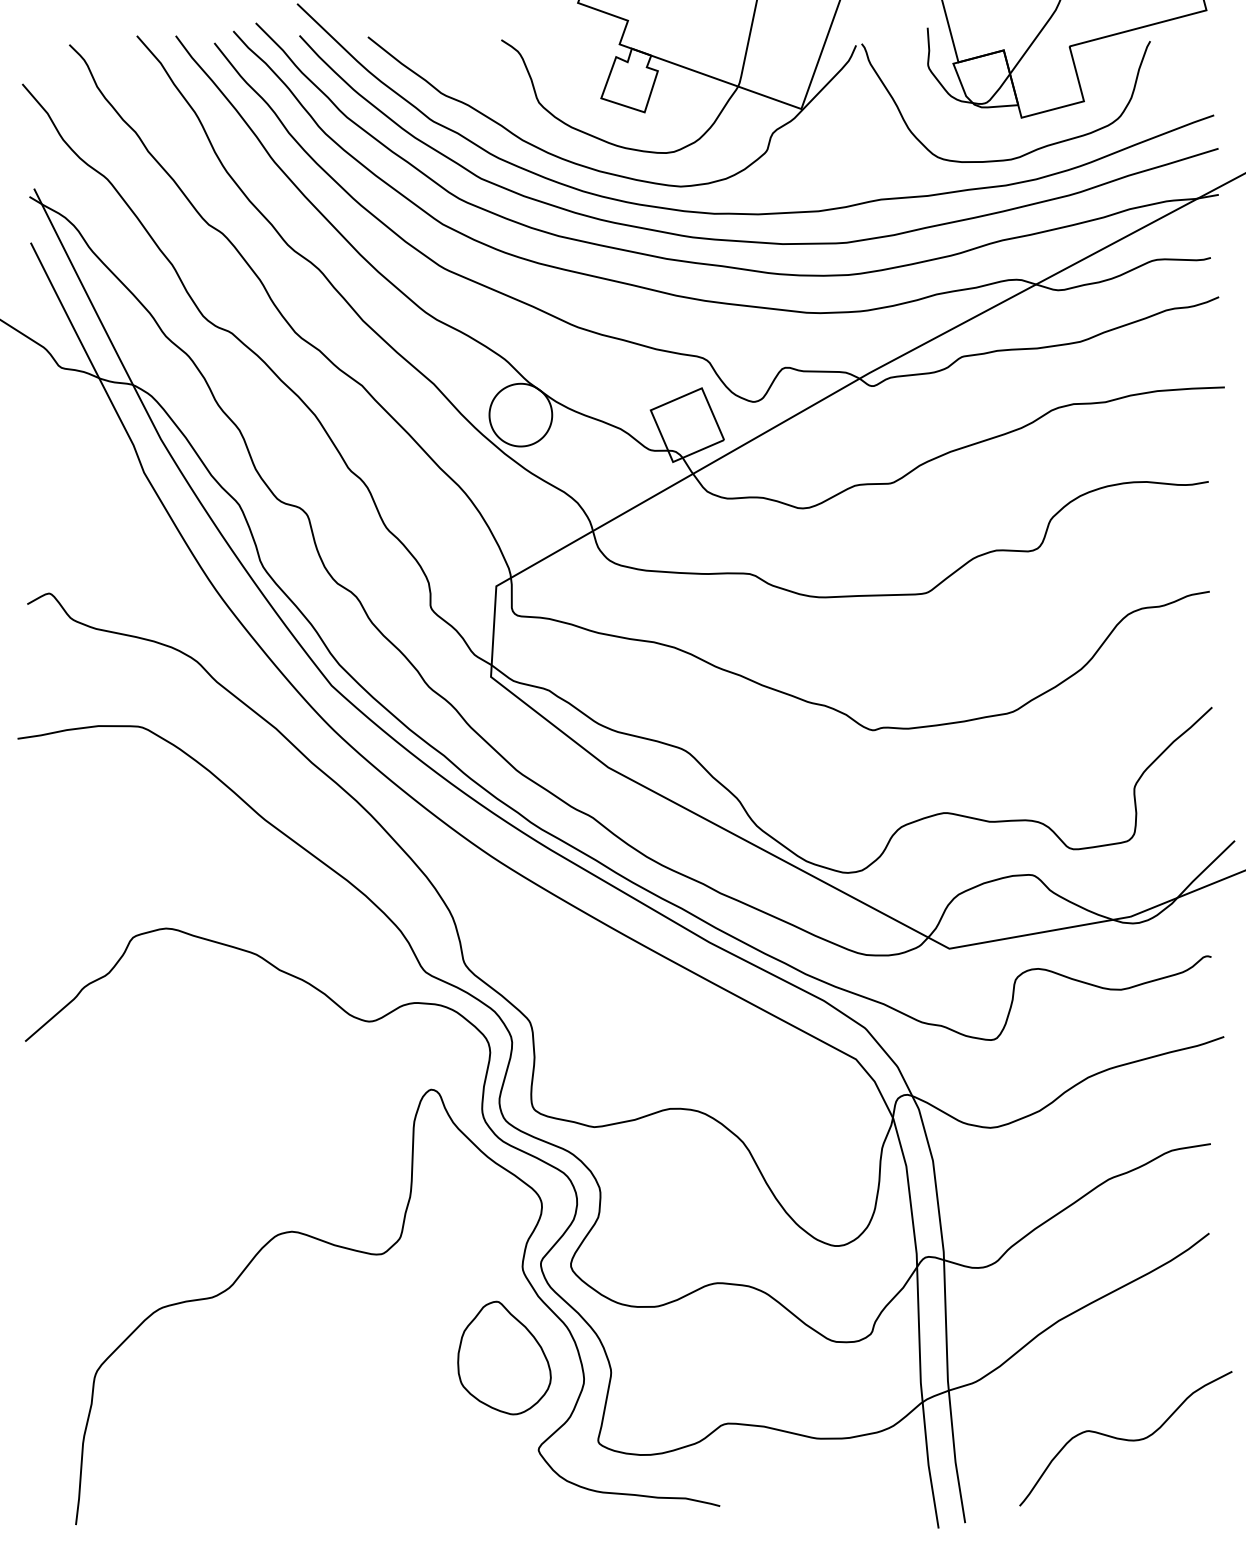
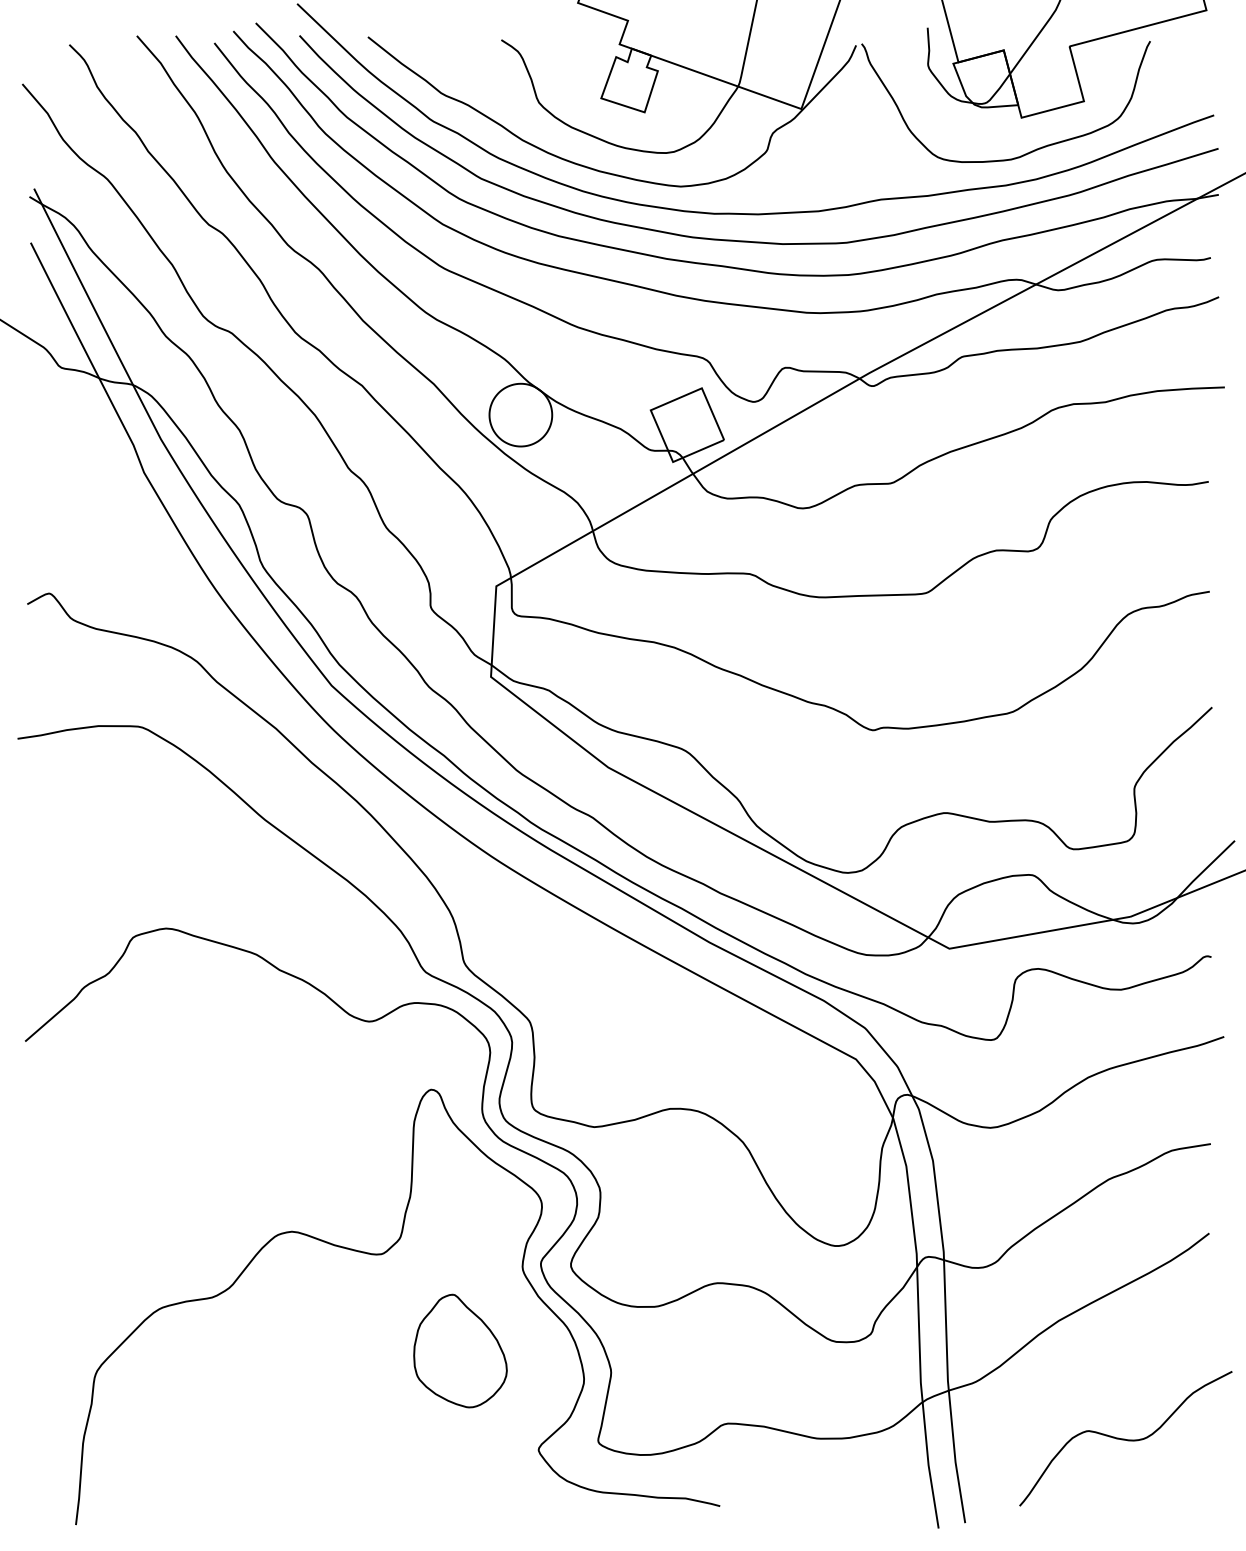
part at (504, 1357) position: (504, 1357) -> (460, 1350)
